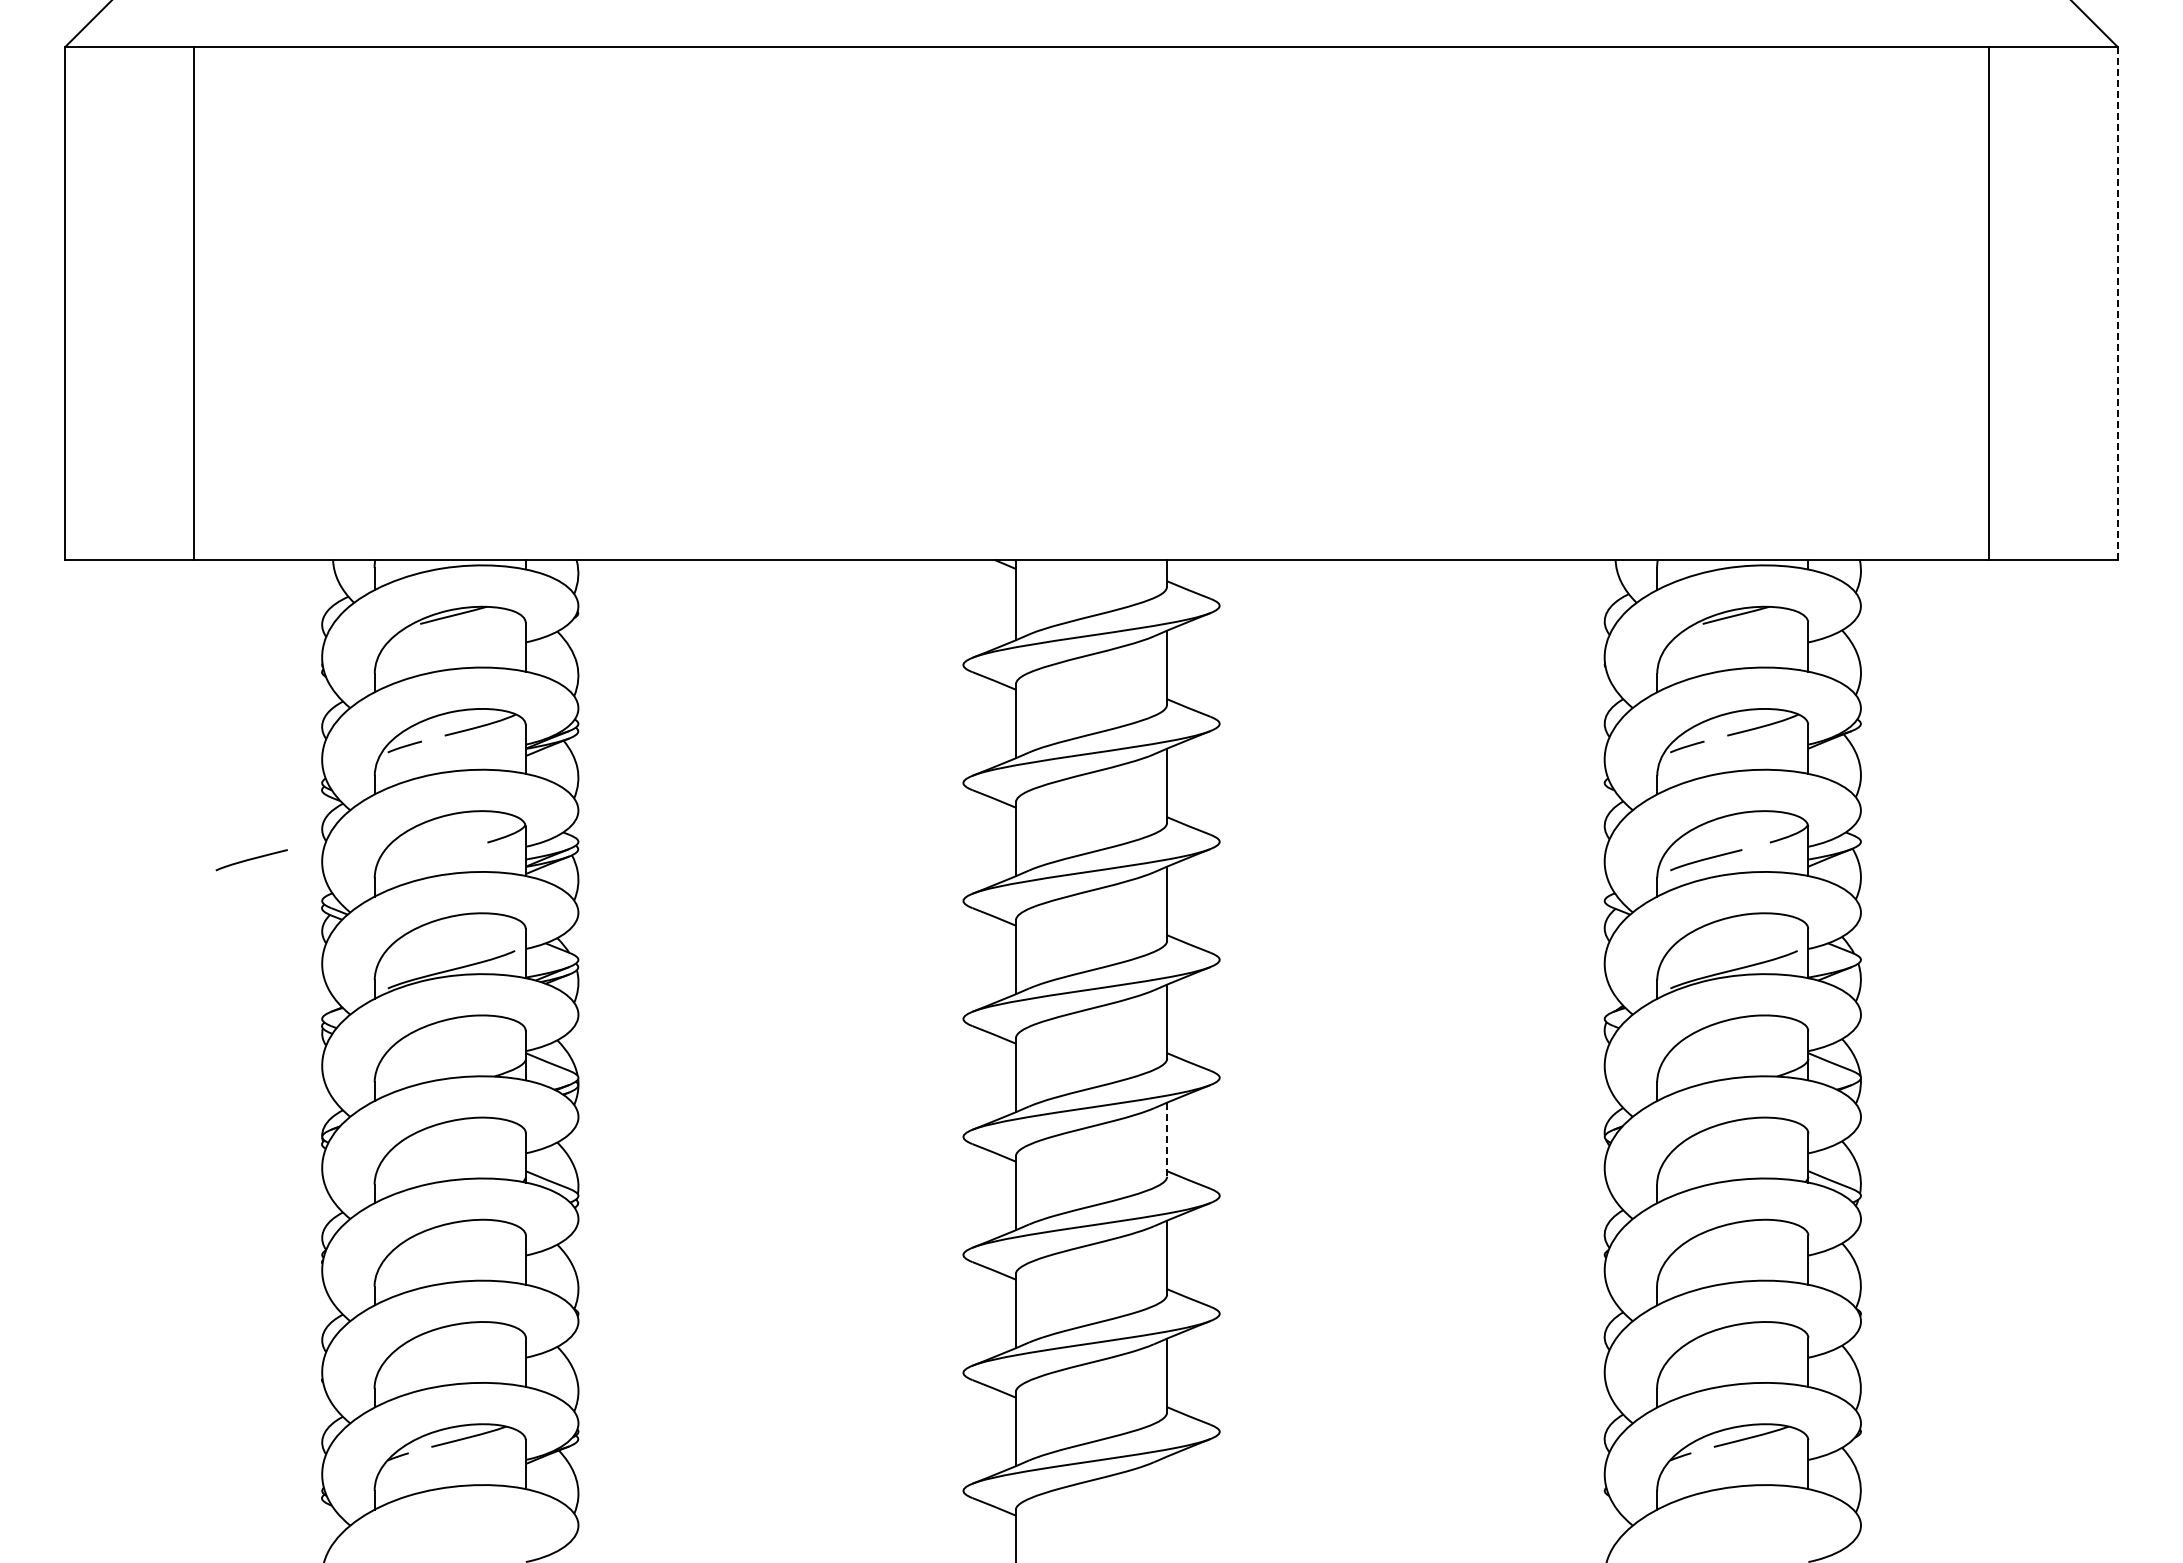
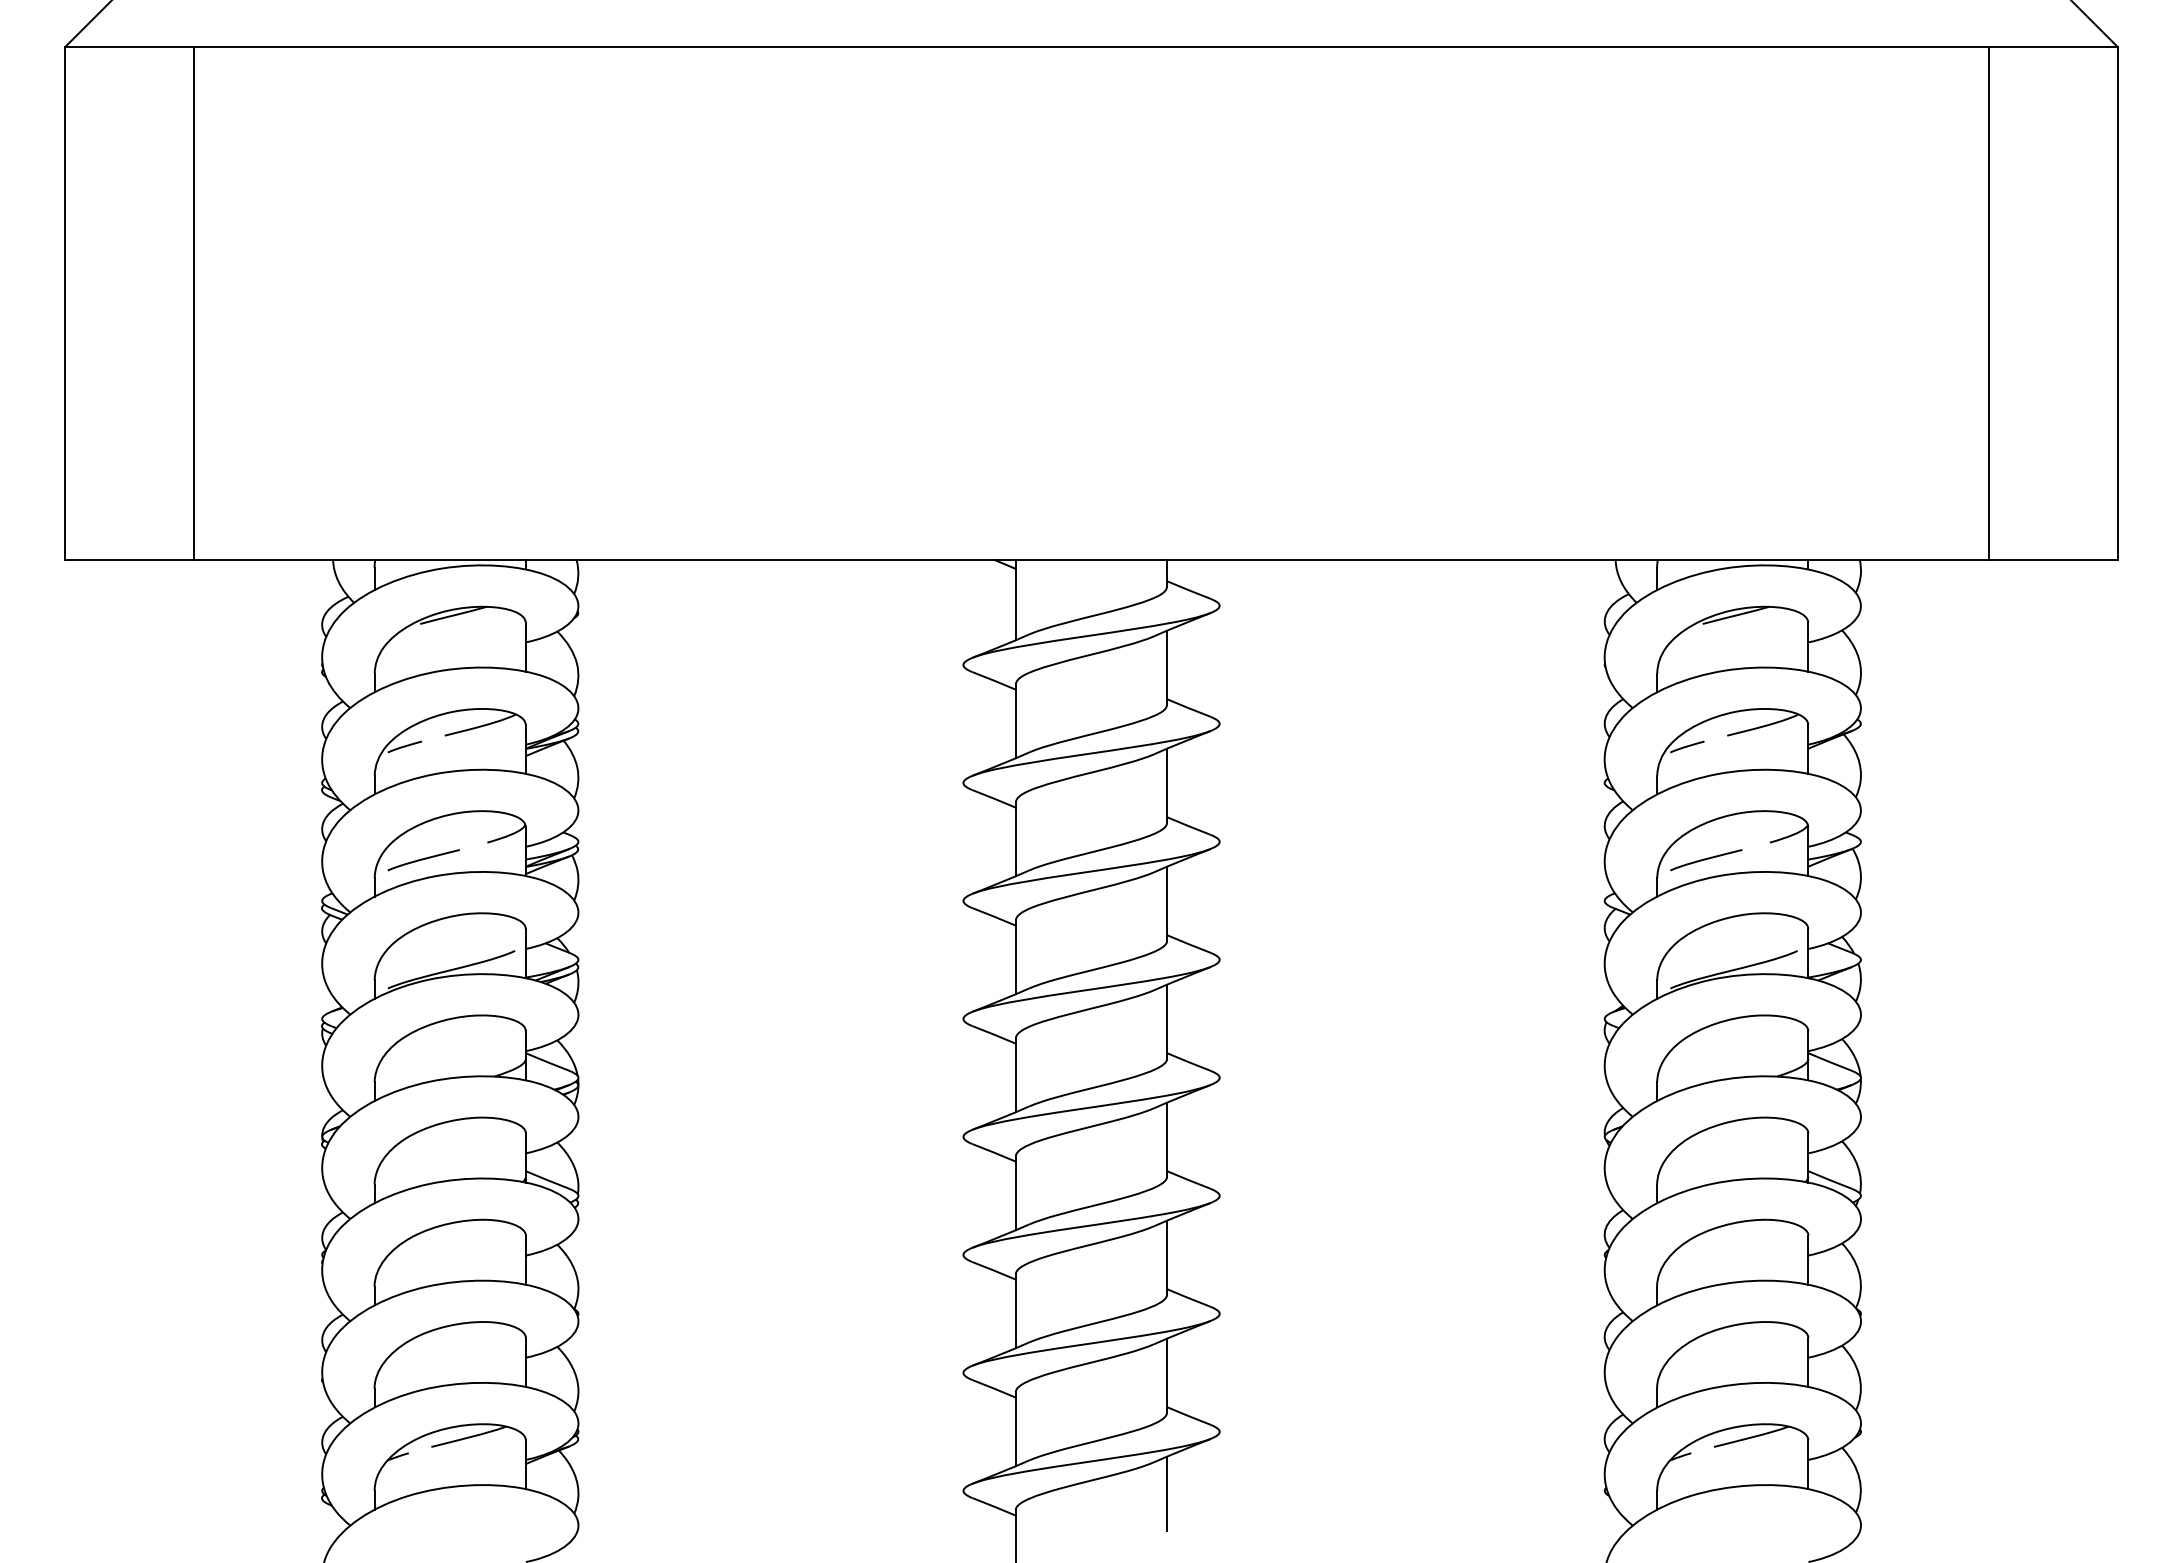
line at (2117, 303): dashed -> solid
curve at (251, 860) position: (251, 860) -> (423, 860)
line at (1167, 1140): dashed -> solid
line at (1167, 1493): none -> present
